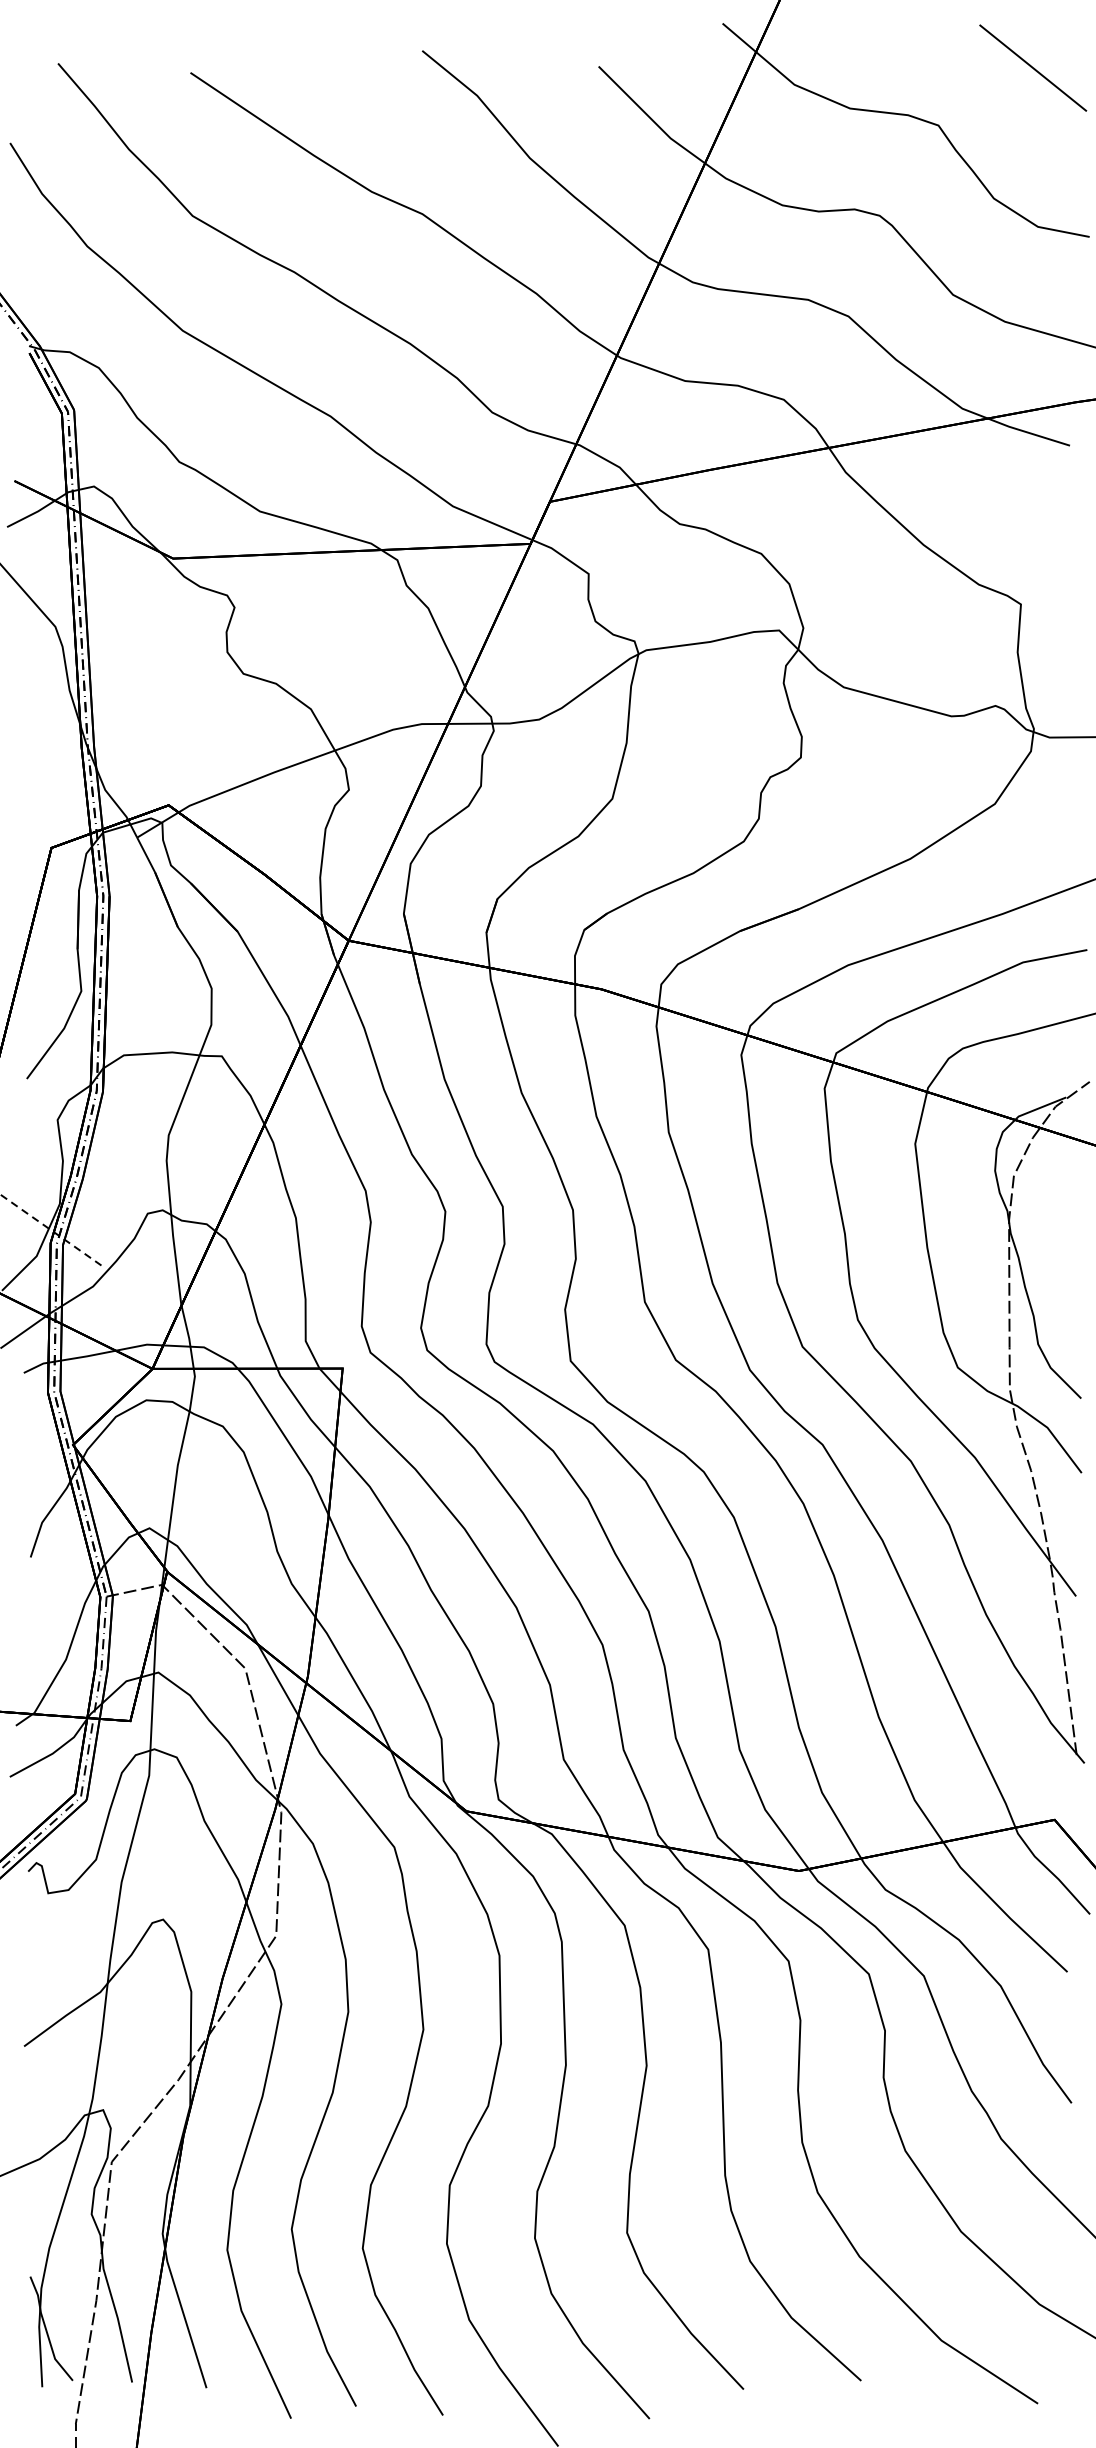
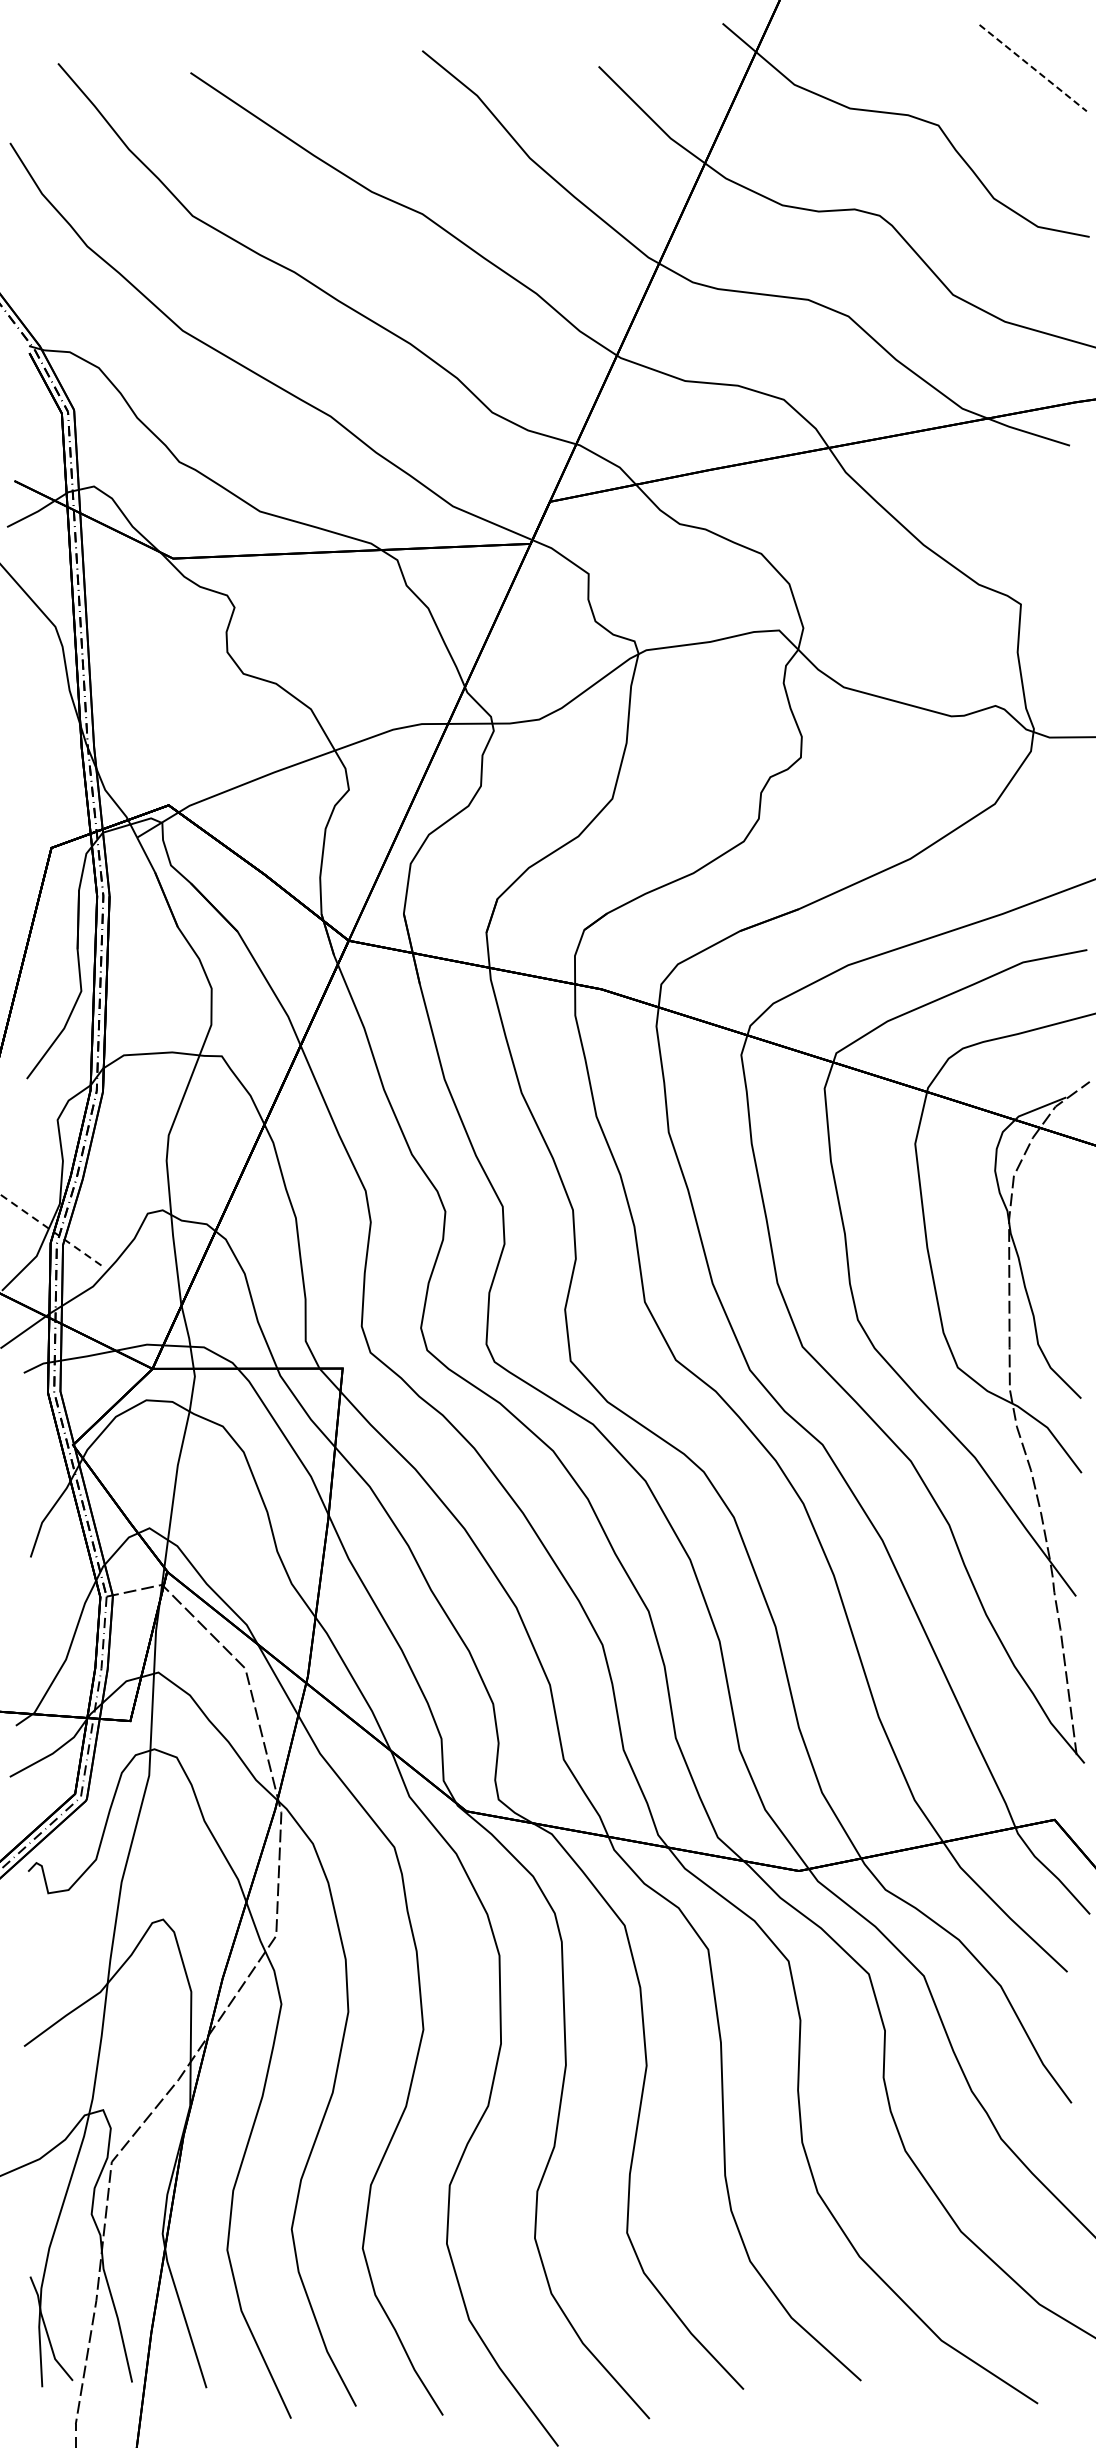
line at (1033, 68): solid -> dashed
